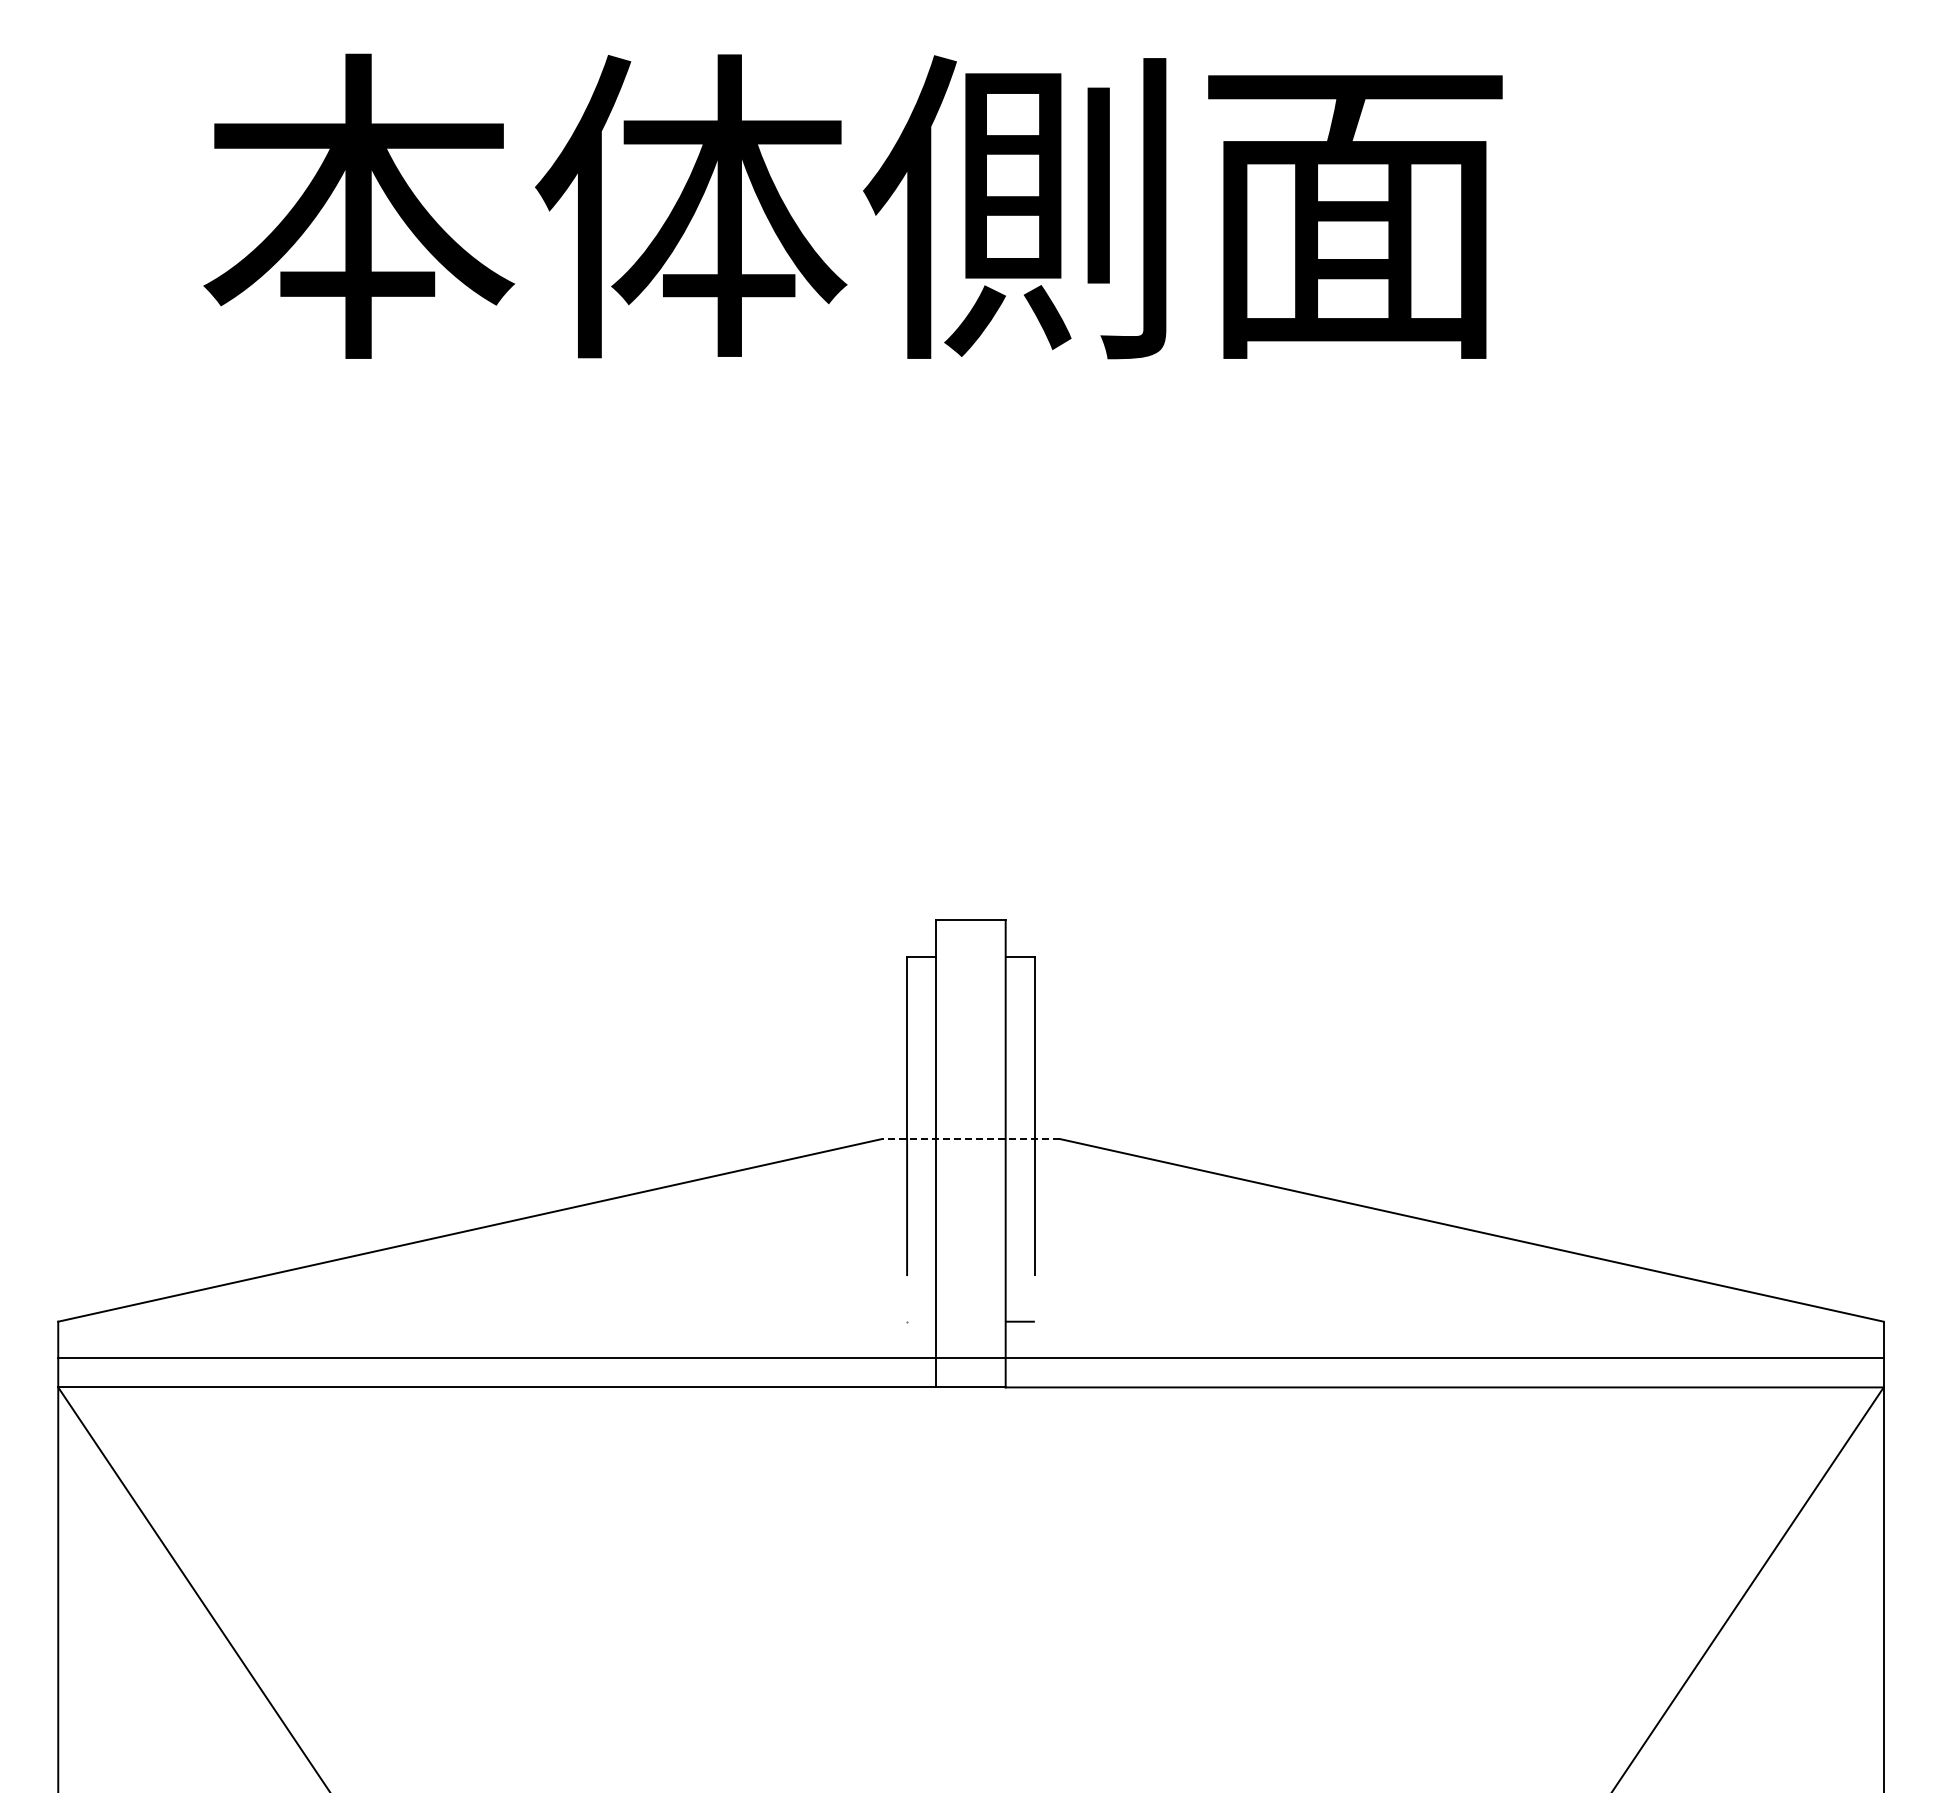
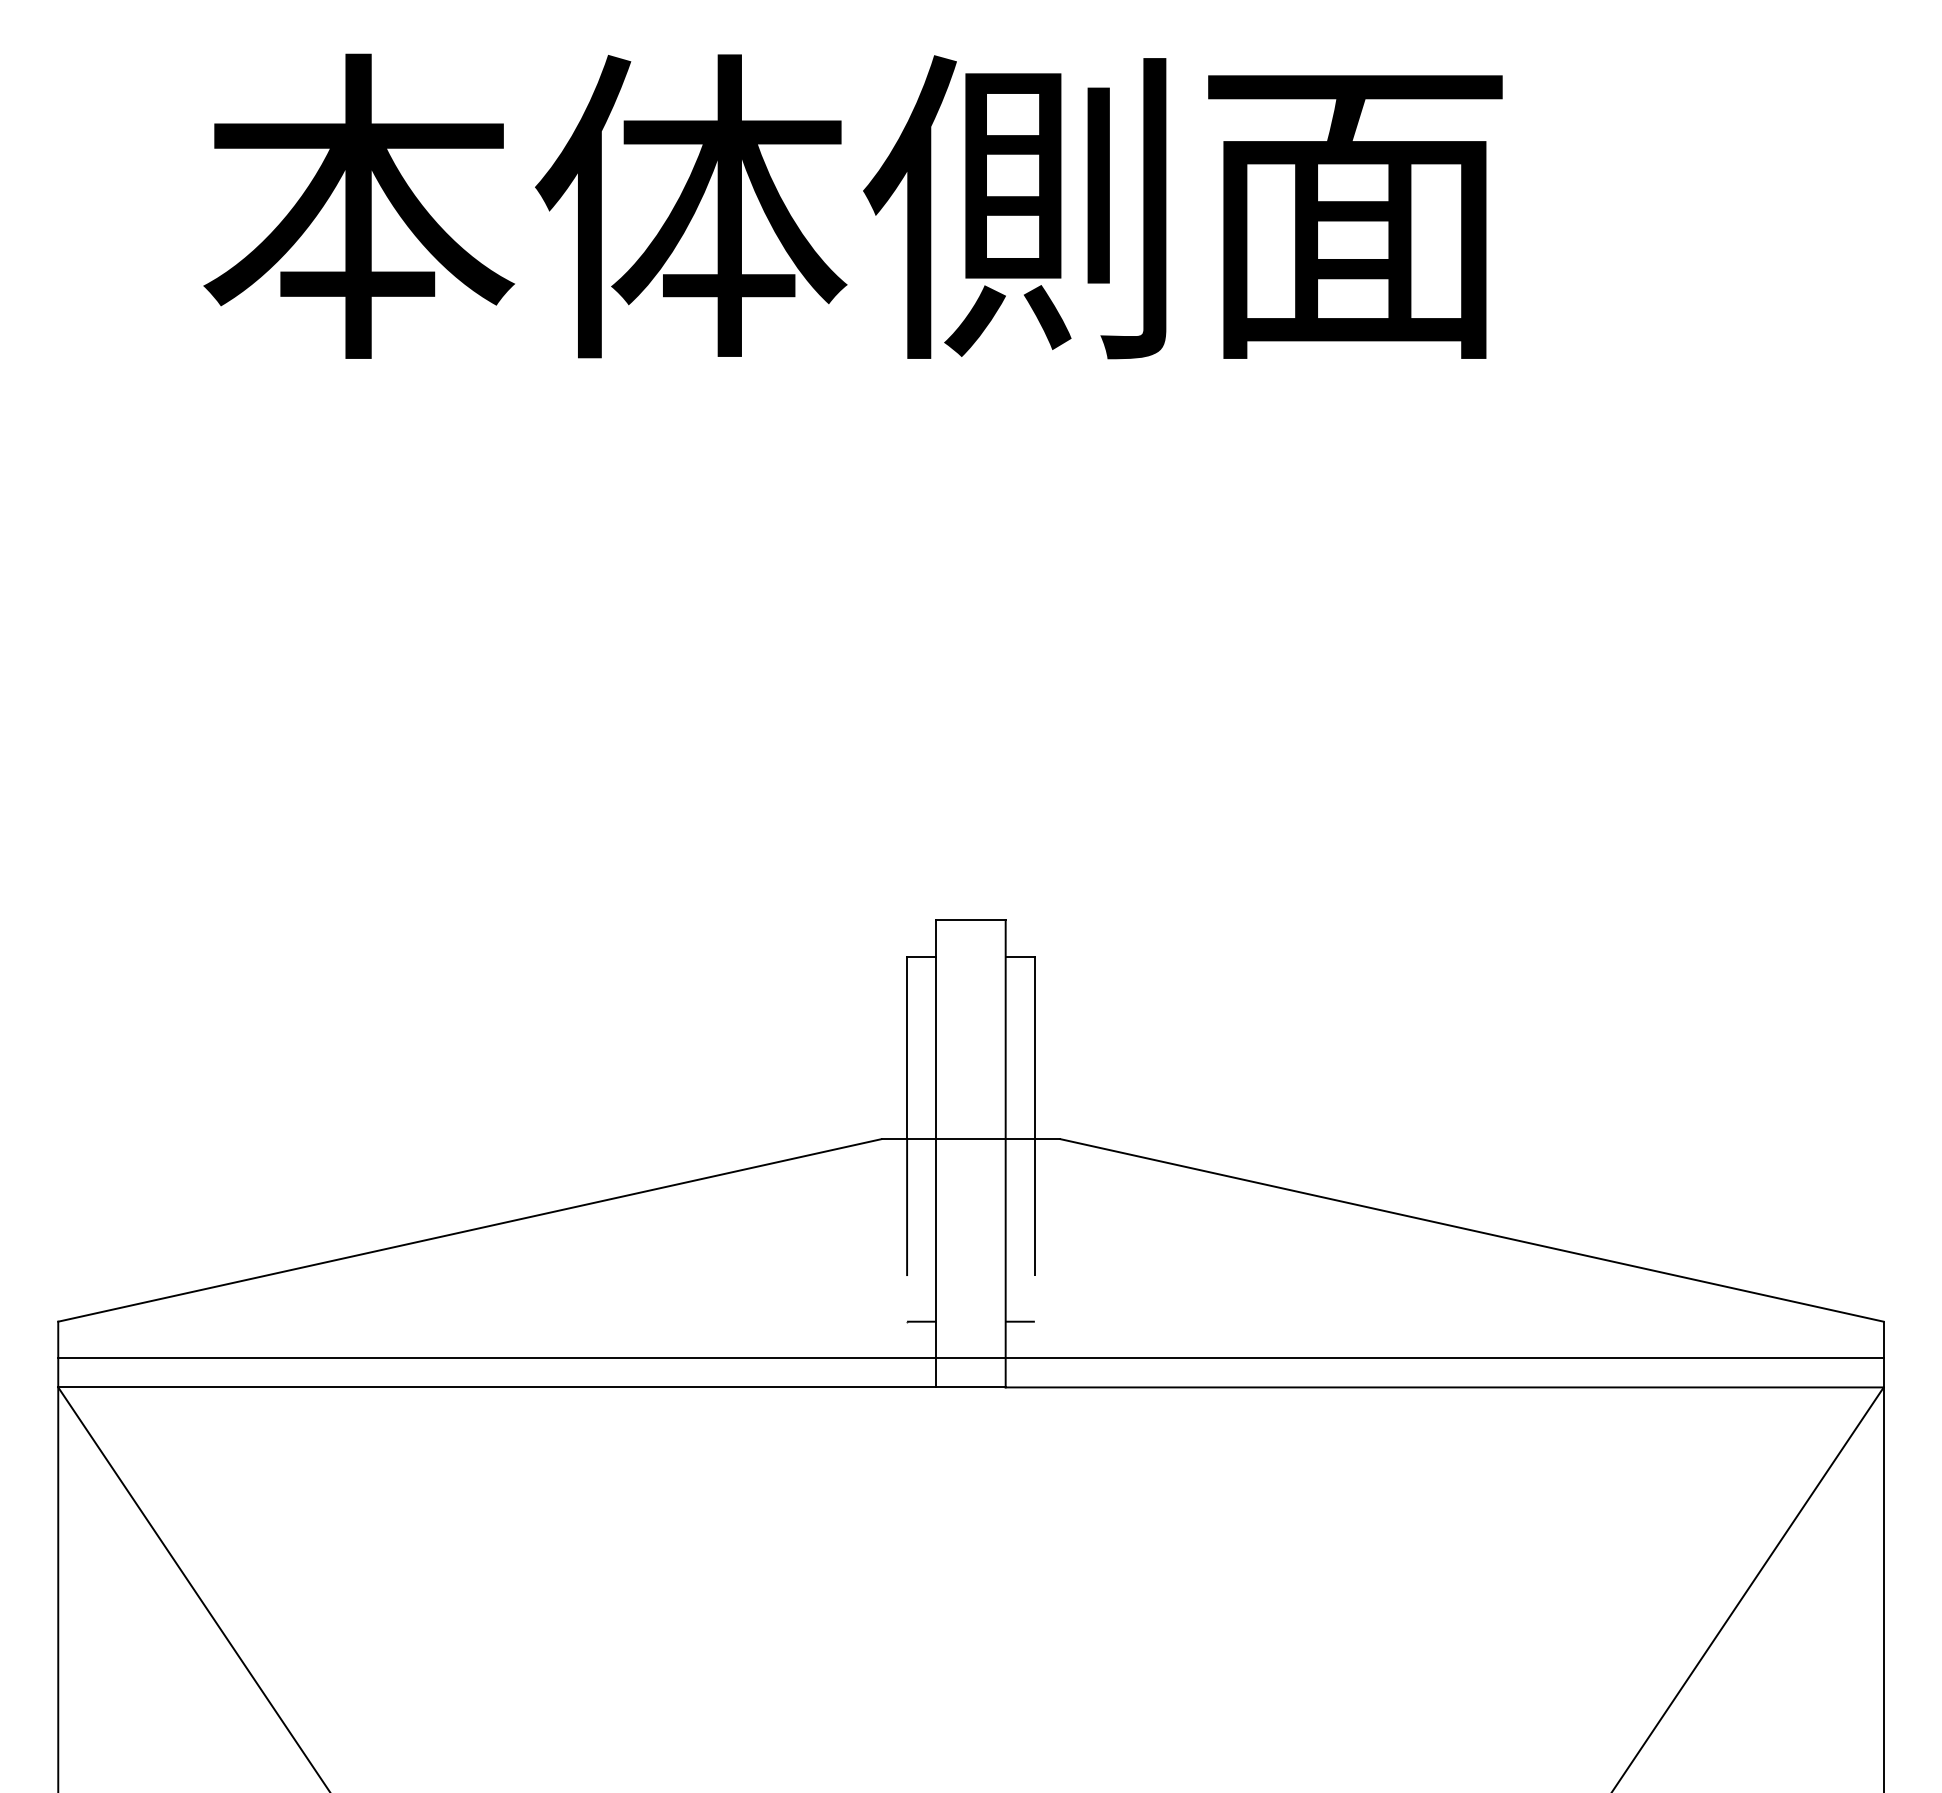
line at (970, 1139): dashed -> solid
line at (921, 1321): none -> present
